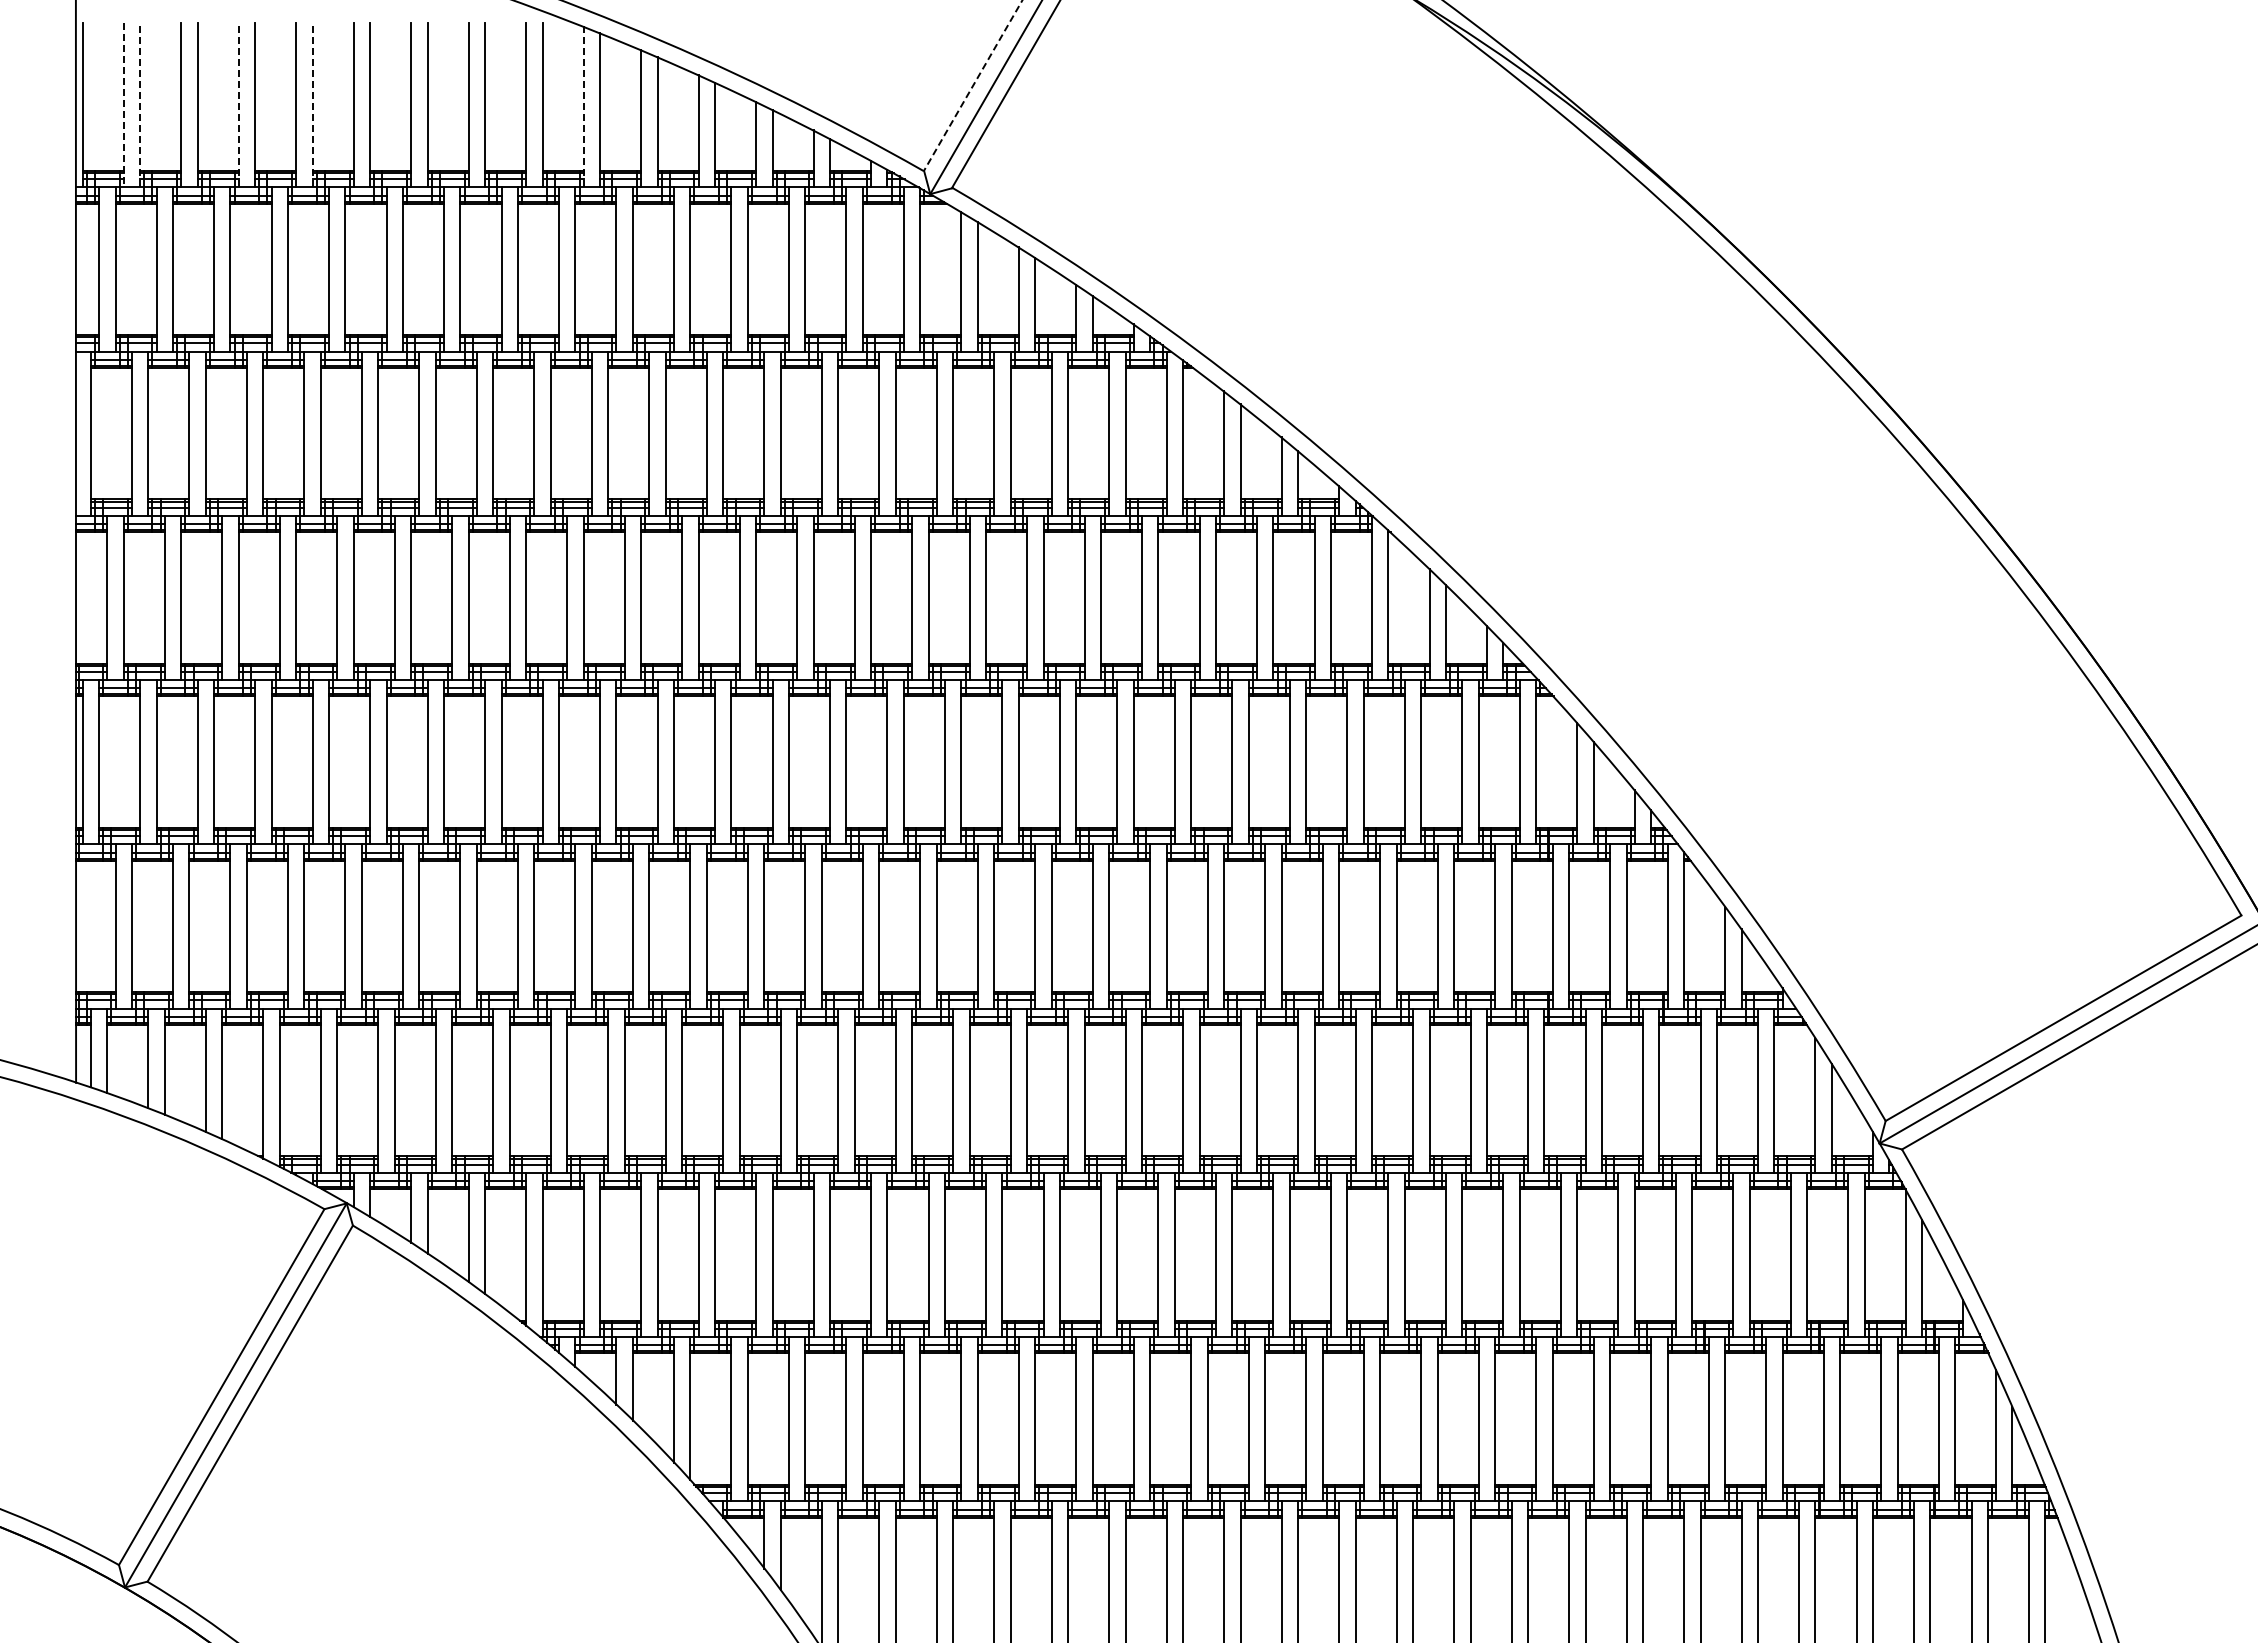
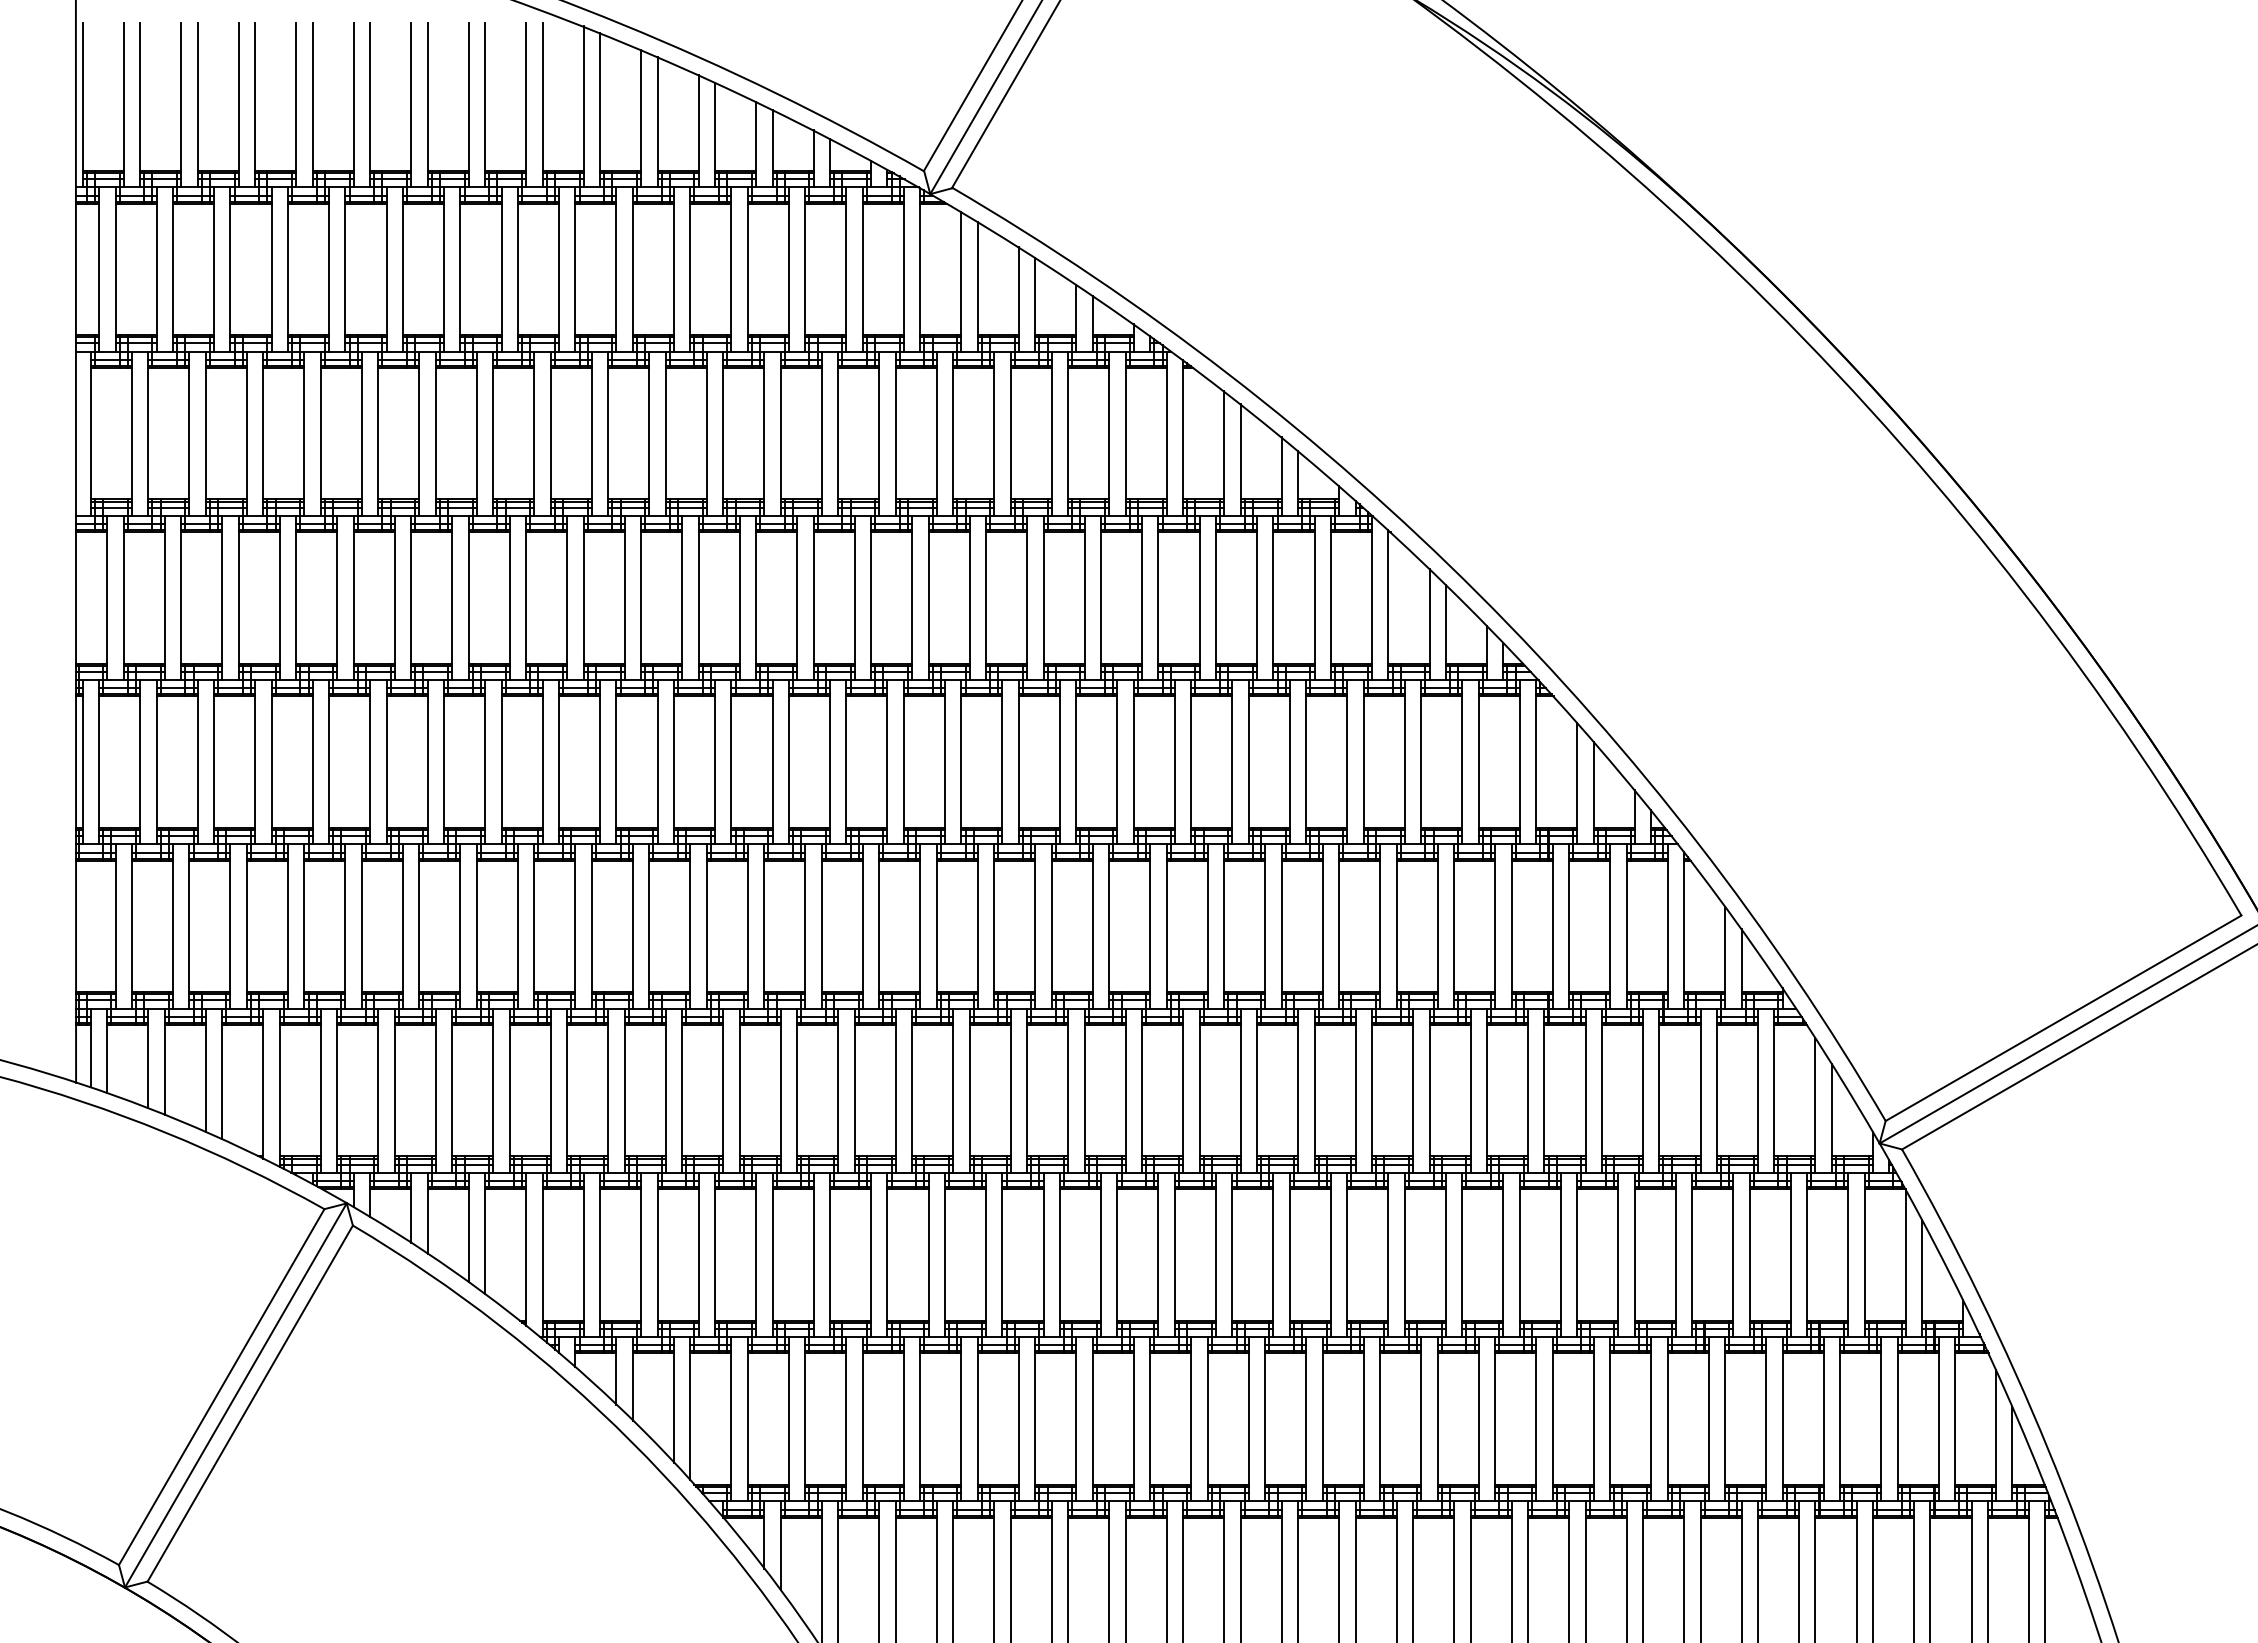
line at (972, 86): dashed -> solid
line at (140, 104): dashed -> solid
line at (238, 104): dashed -> solid
line at (312, 104): dashed -> solid
line at (123, 105): dashed -> solid
line at (583, 106): dashed -> solid
